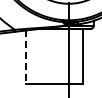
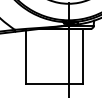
line at (26, 57): dashed -> solid
